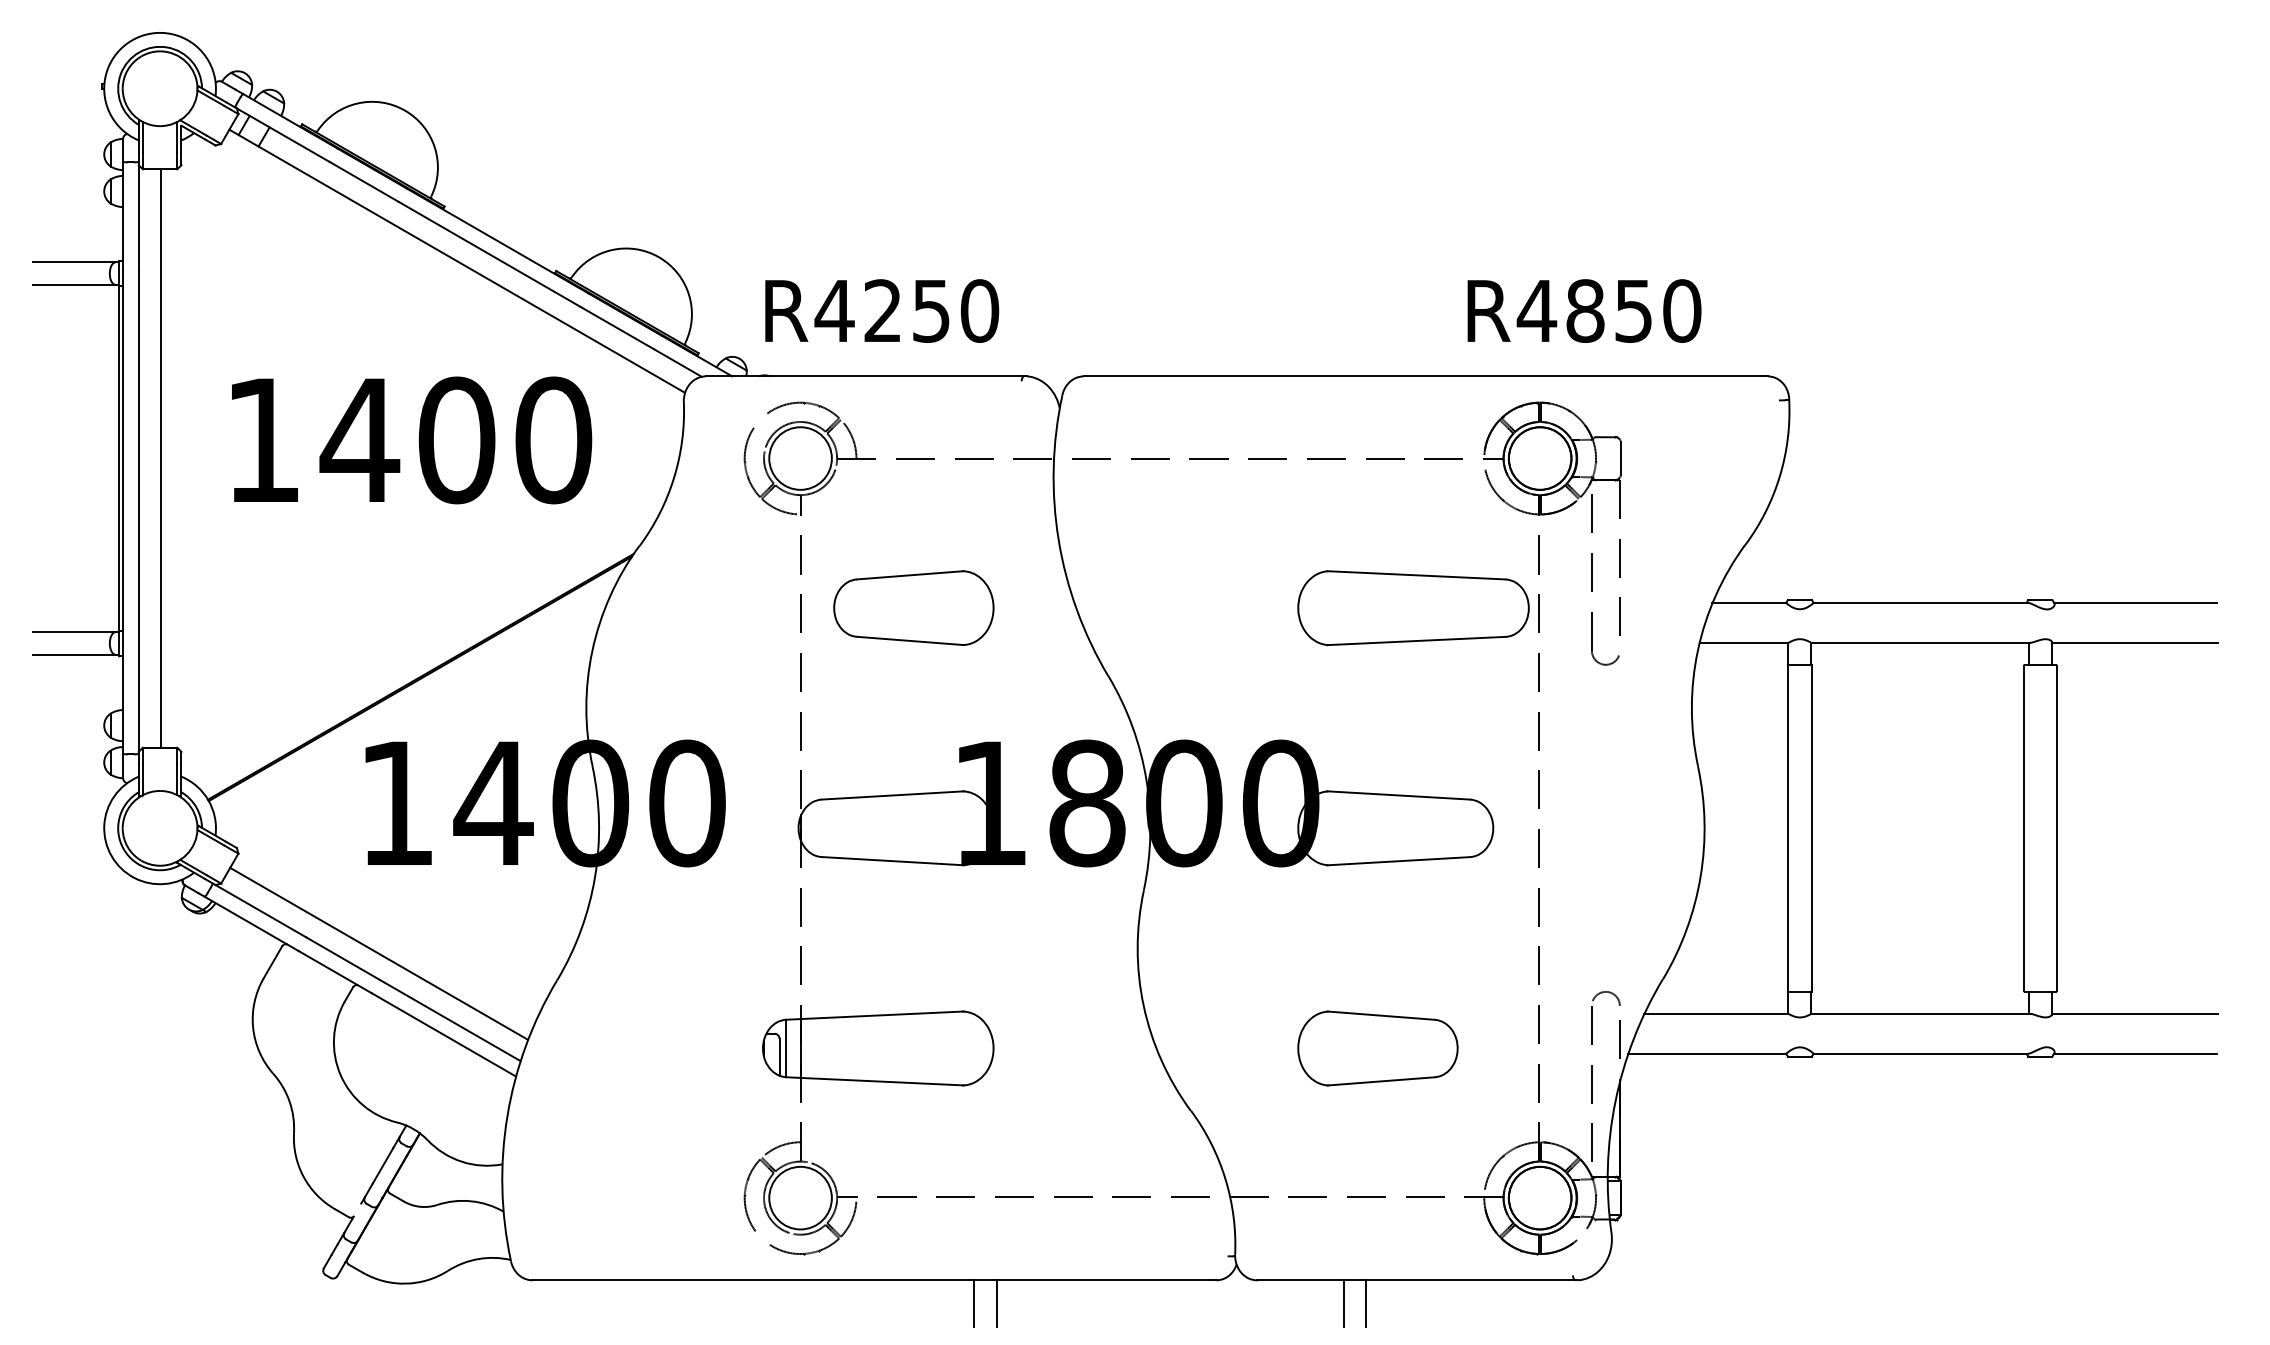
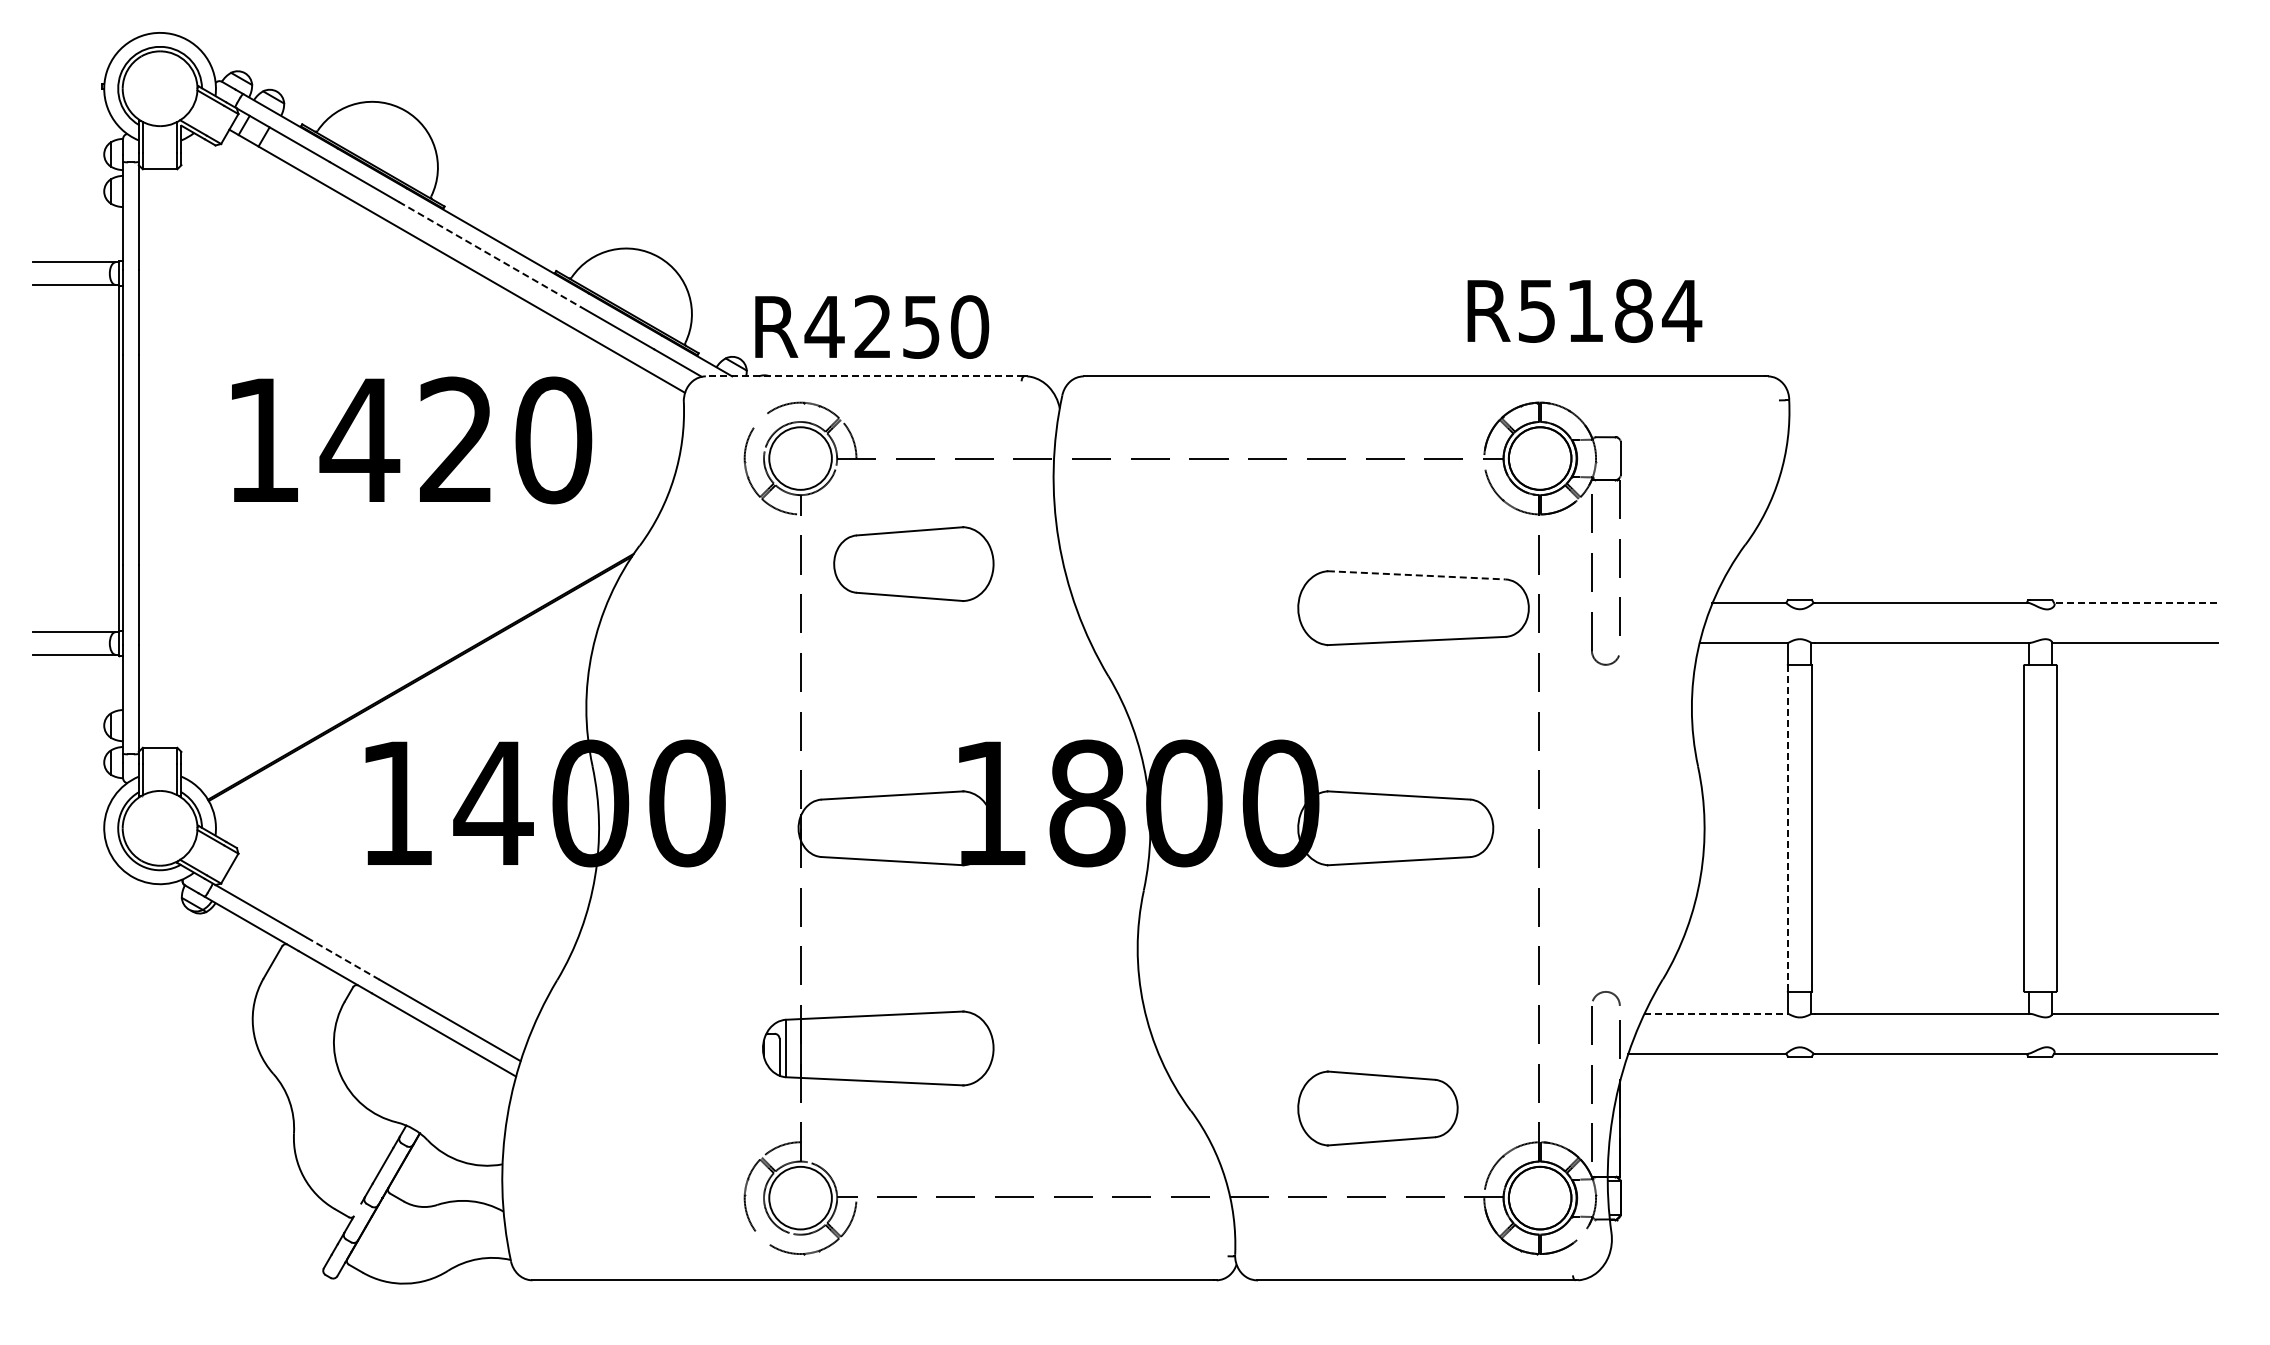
line at (490, 254): solid -> dashed
text at (882, 310) position: (882, 310) -> (872, 326)
text at (1609, 310): R4850 -> R5184
line at (864, 376): solid -> dashed
text at (456, 440): 1400 -> 1420
line at (160, 458): present -> none
line at (1416, 575): solid -> dashed
line at (2134, 602): solid -> dashed
part at (913, 607) position: (913, 607) -> (913, 563)
line at (1787, 828): solid -> dashed
line at (379, 953): present -> none
line at (342, 958): solid -> dashed
line at (1716, 1013): solid -> dashed
part at (1377, 1048) position: (1377, 1048) -> (1377, 1108)
line at (974, 1303): present -> none
line at (996, 1303): present -> none
line at (1344, 1303): present -> none
line at (1366, 1303): present -> none
